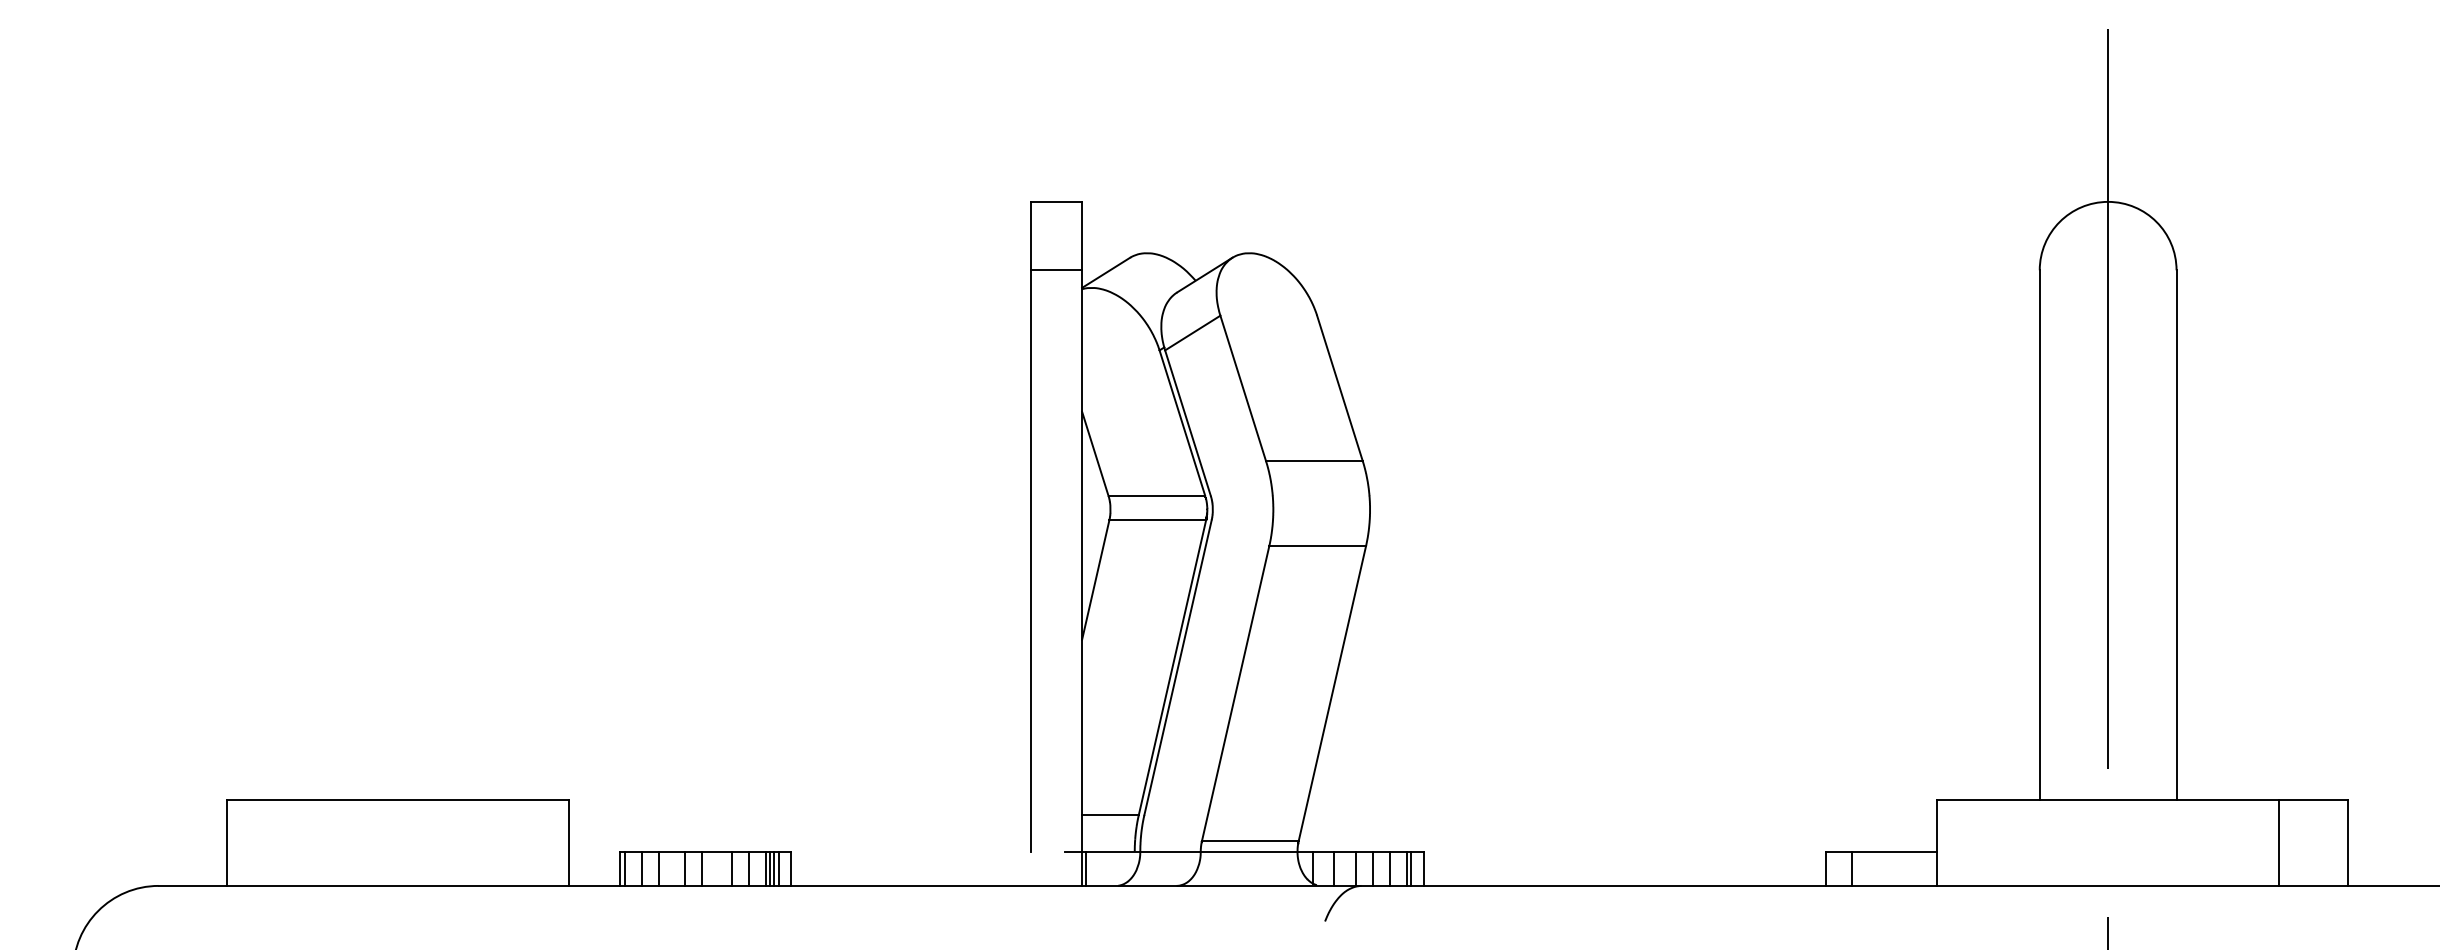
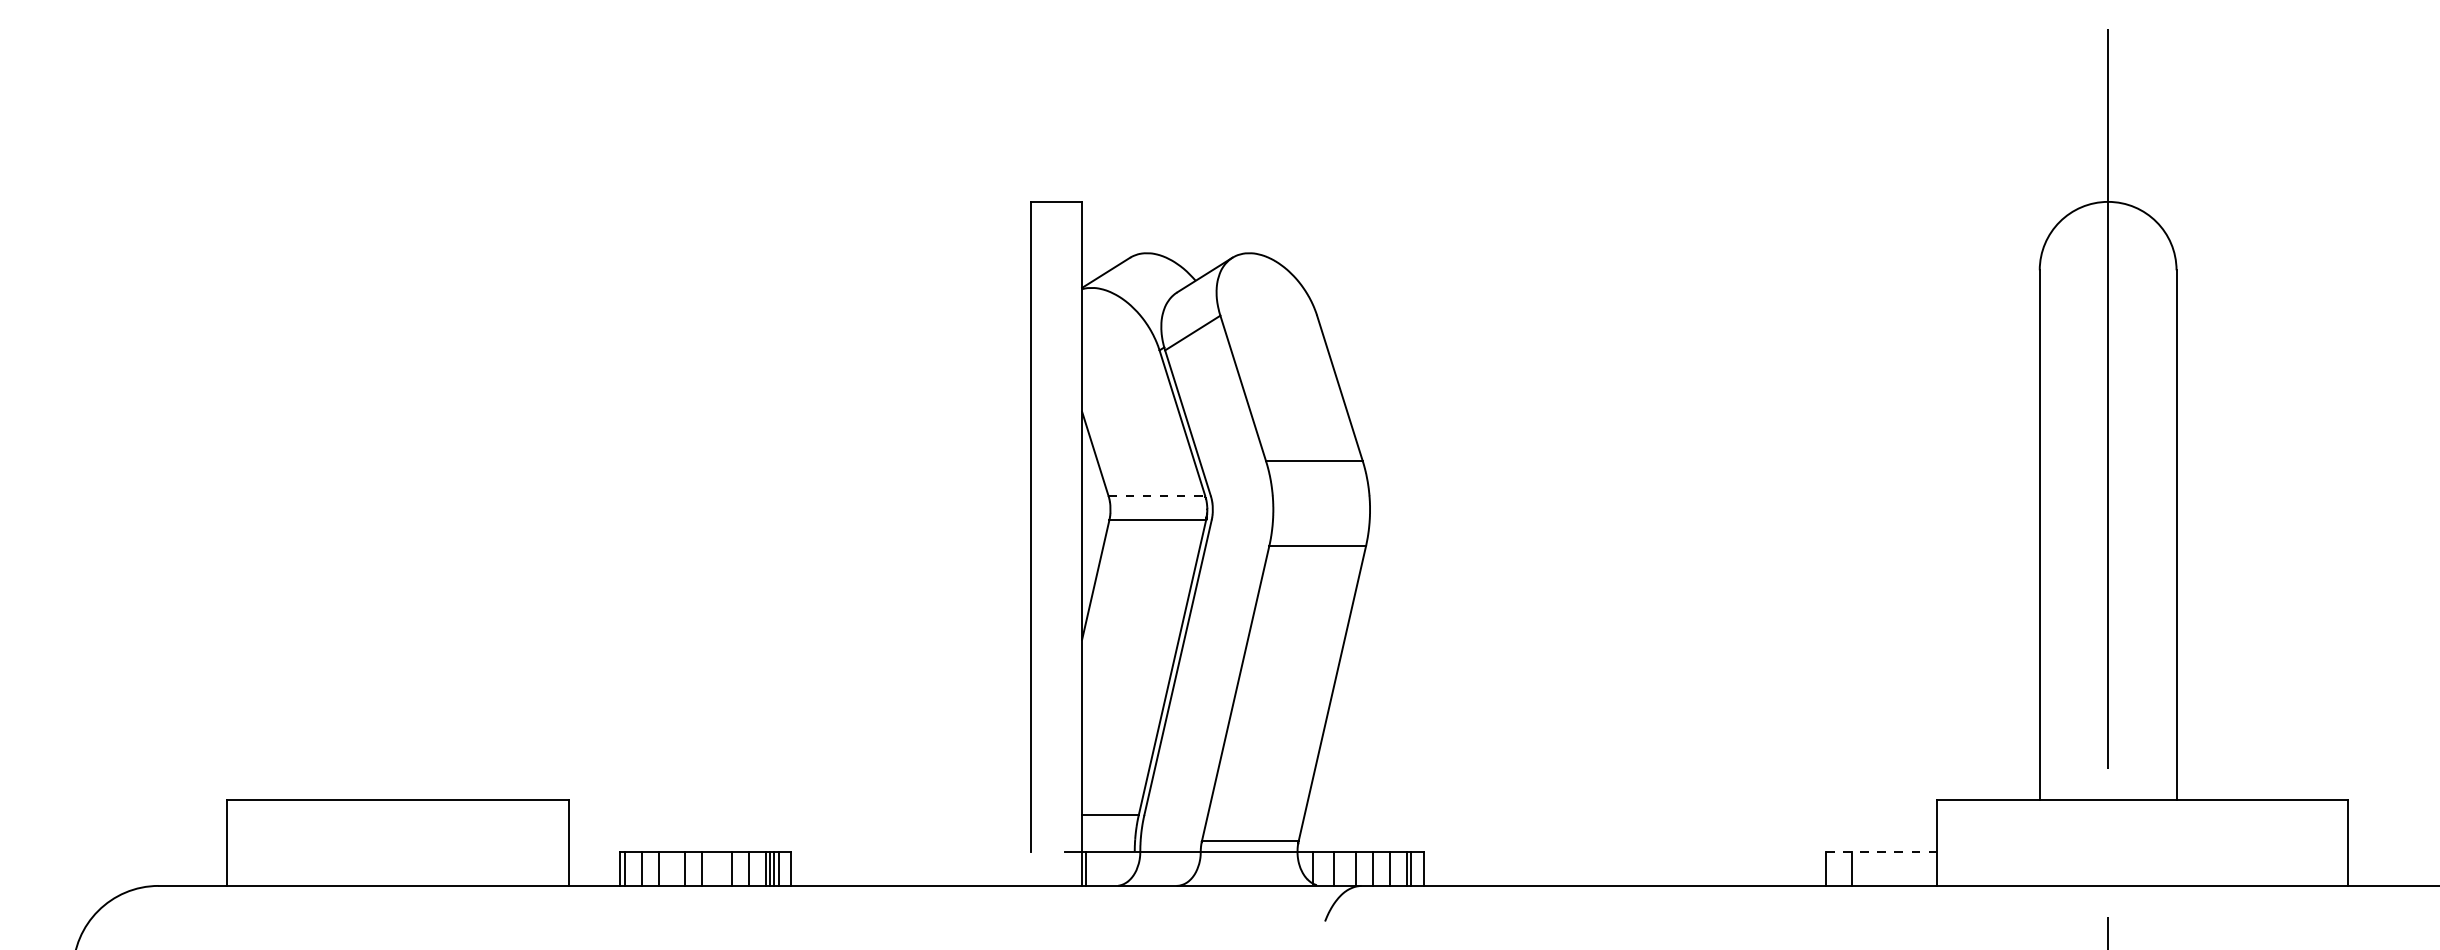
line at (1056, 270): present -> none
line at (1157, 495): solid -> dashed
line at (2279, 842): present -> none
line at (1881, 851): solid -> dashed
